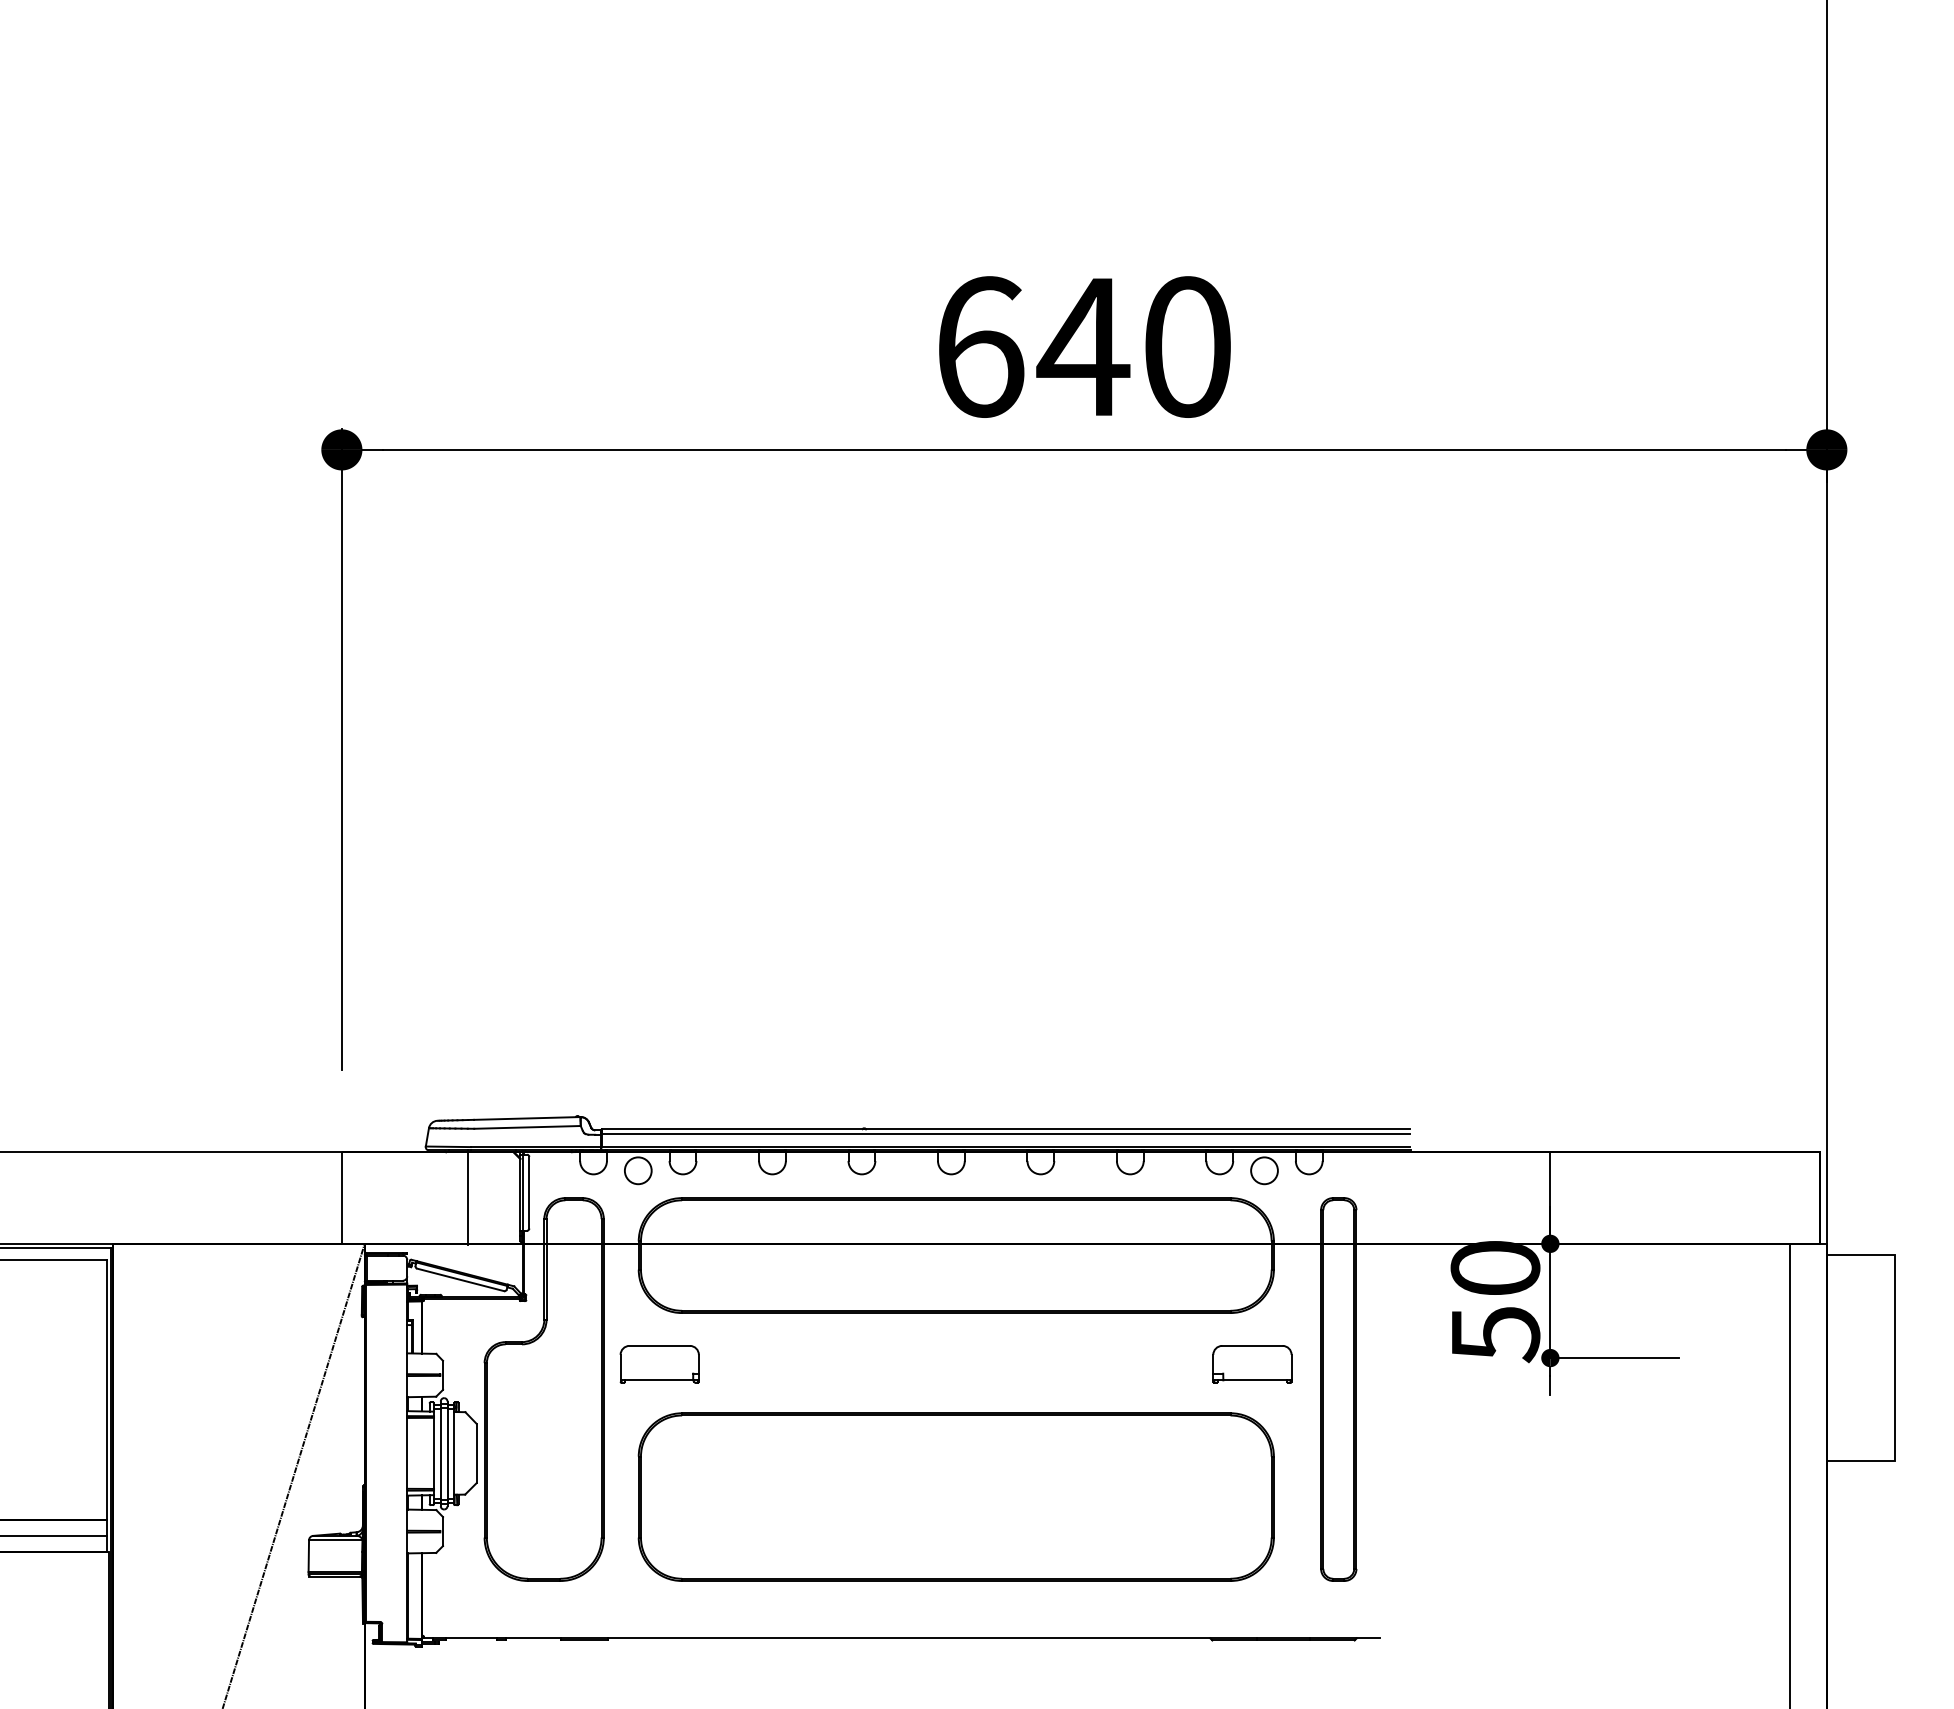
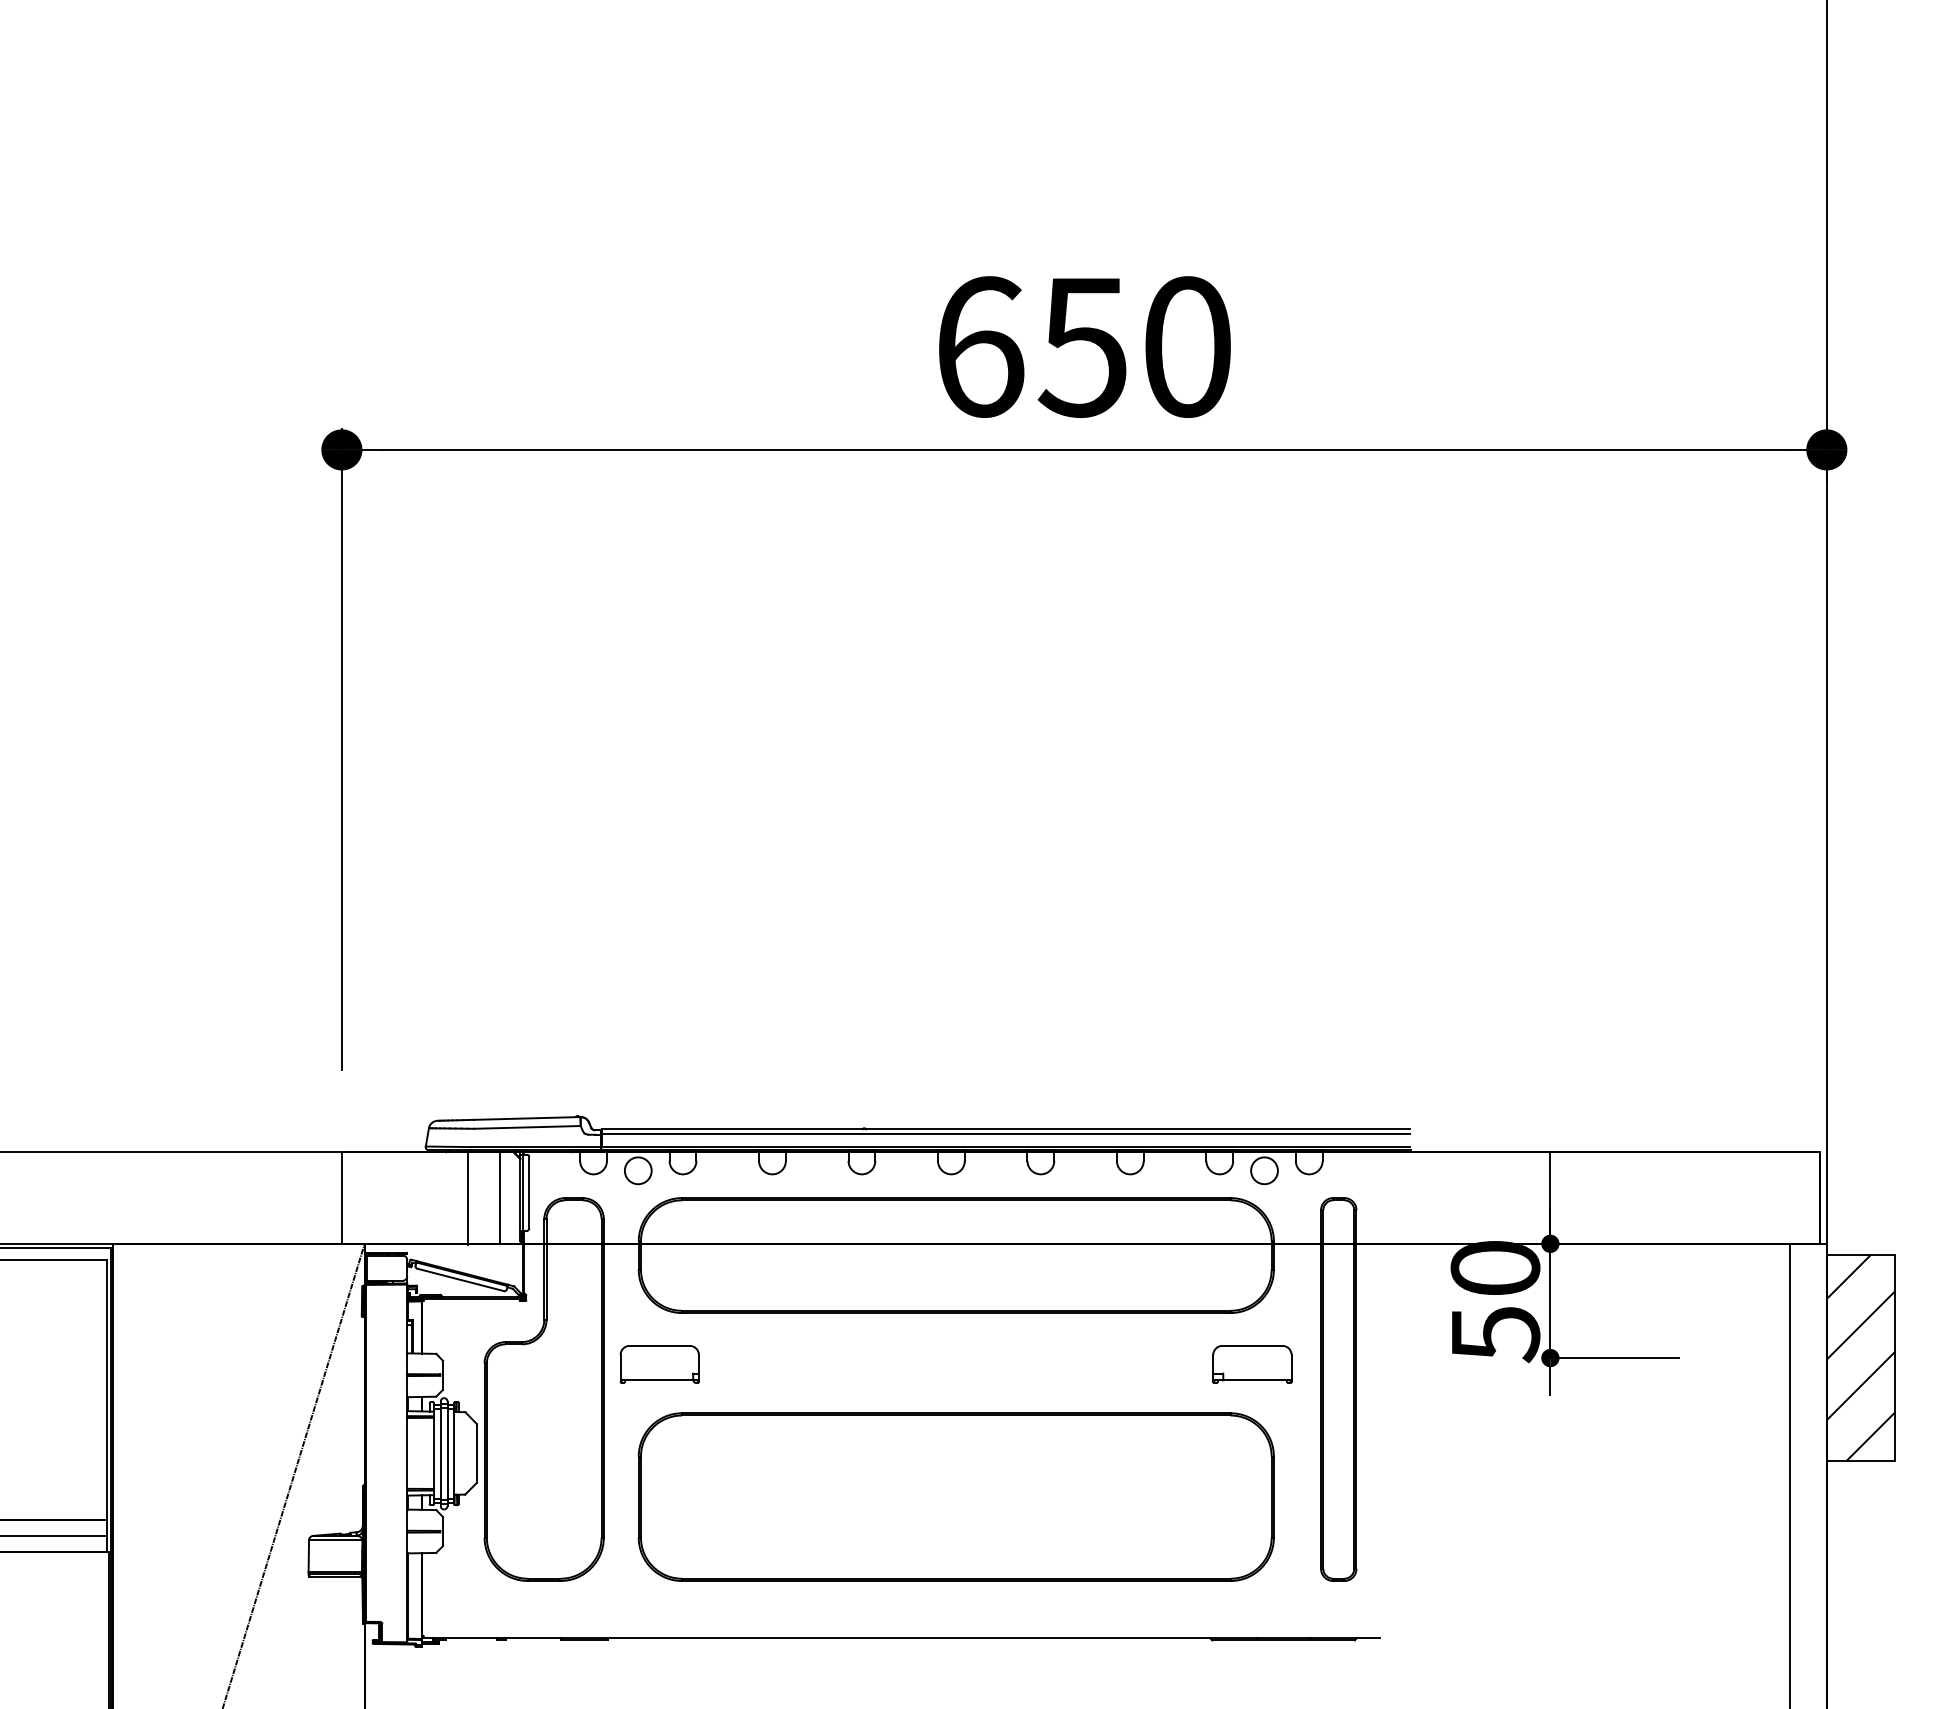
text at (1083, 347): 640 -> 650
line at (499, 1197): none -> present
hatch at (1860, 1357): none -> present
